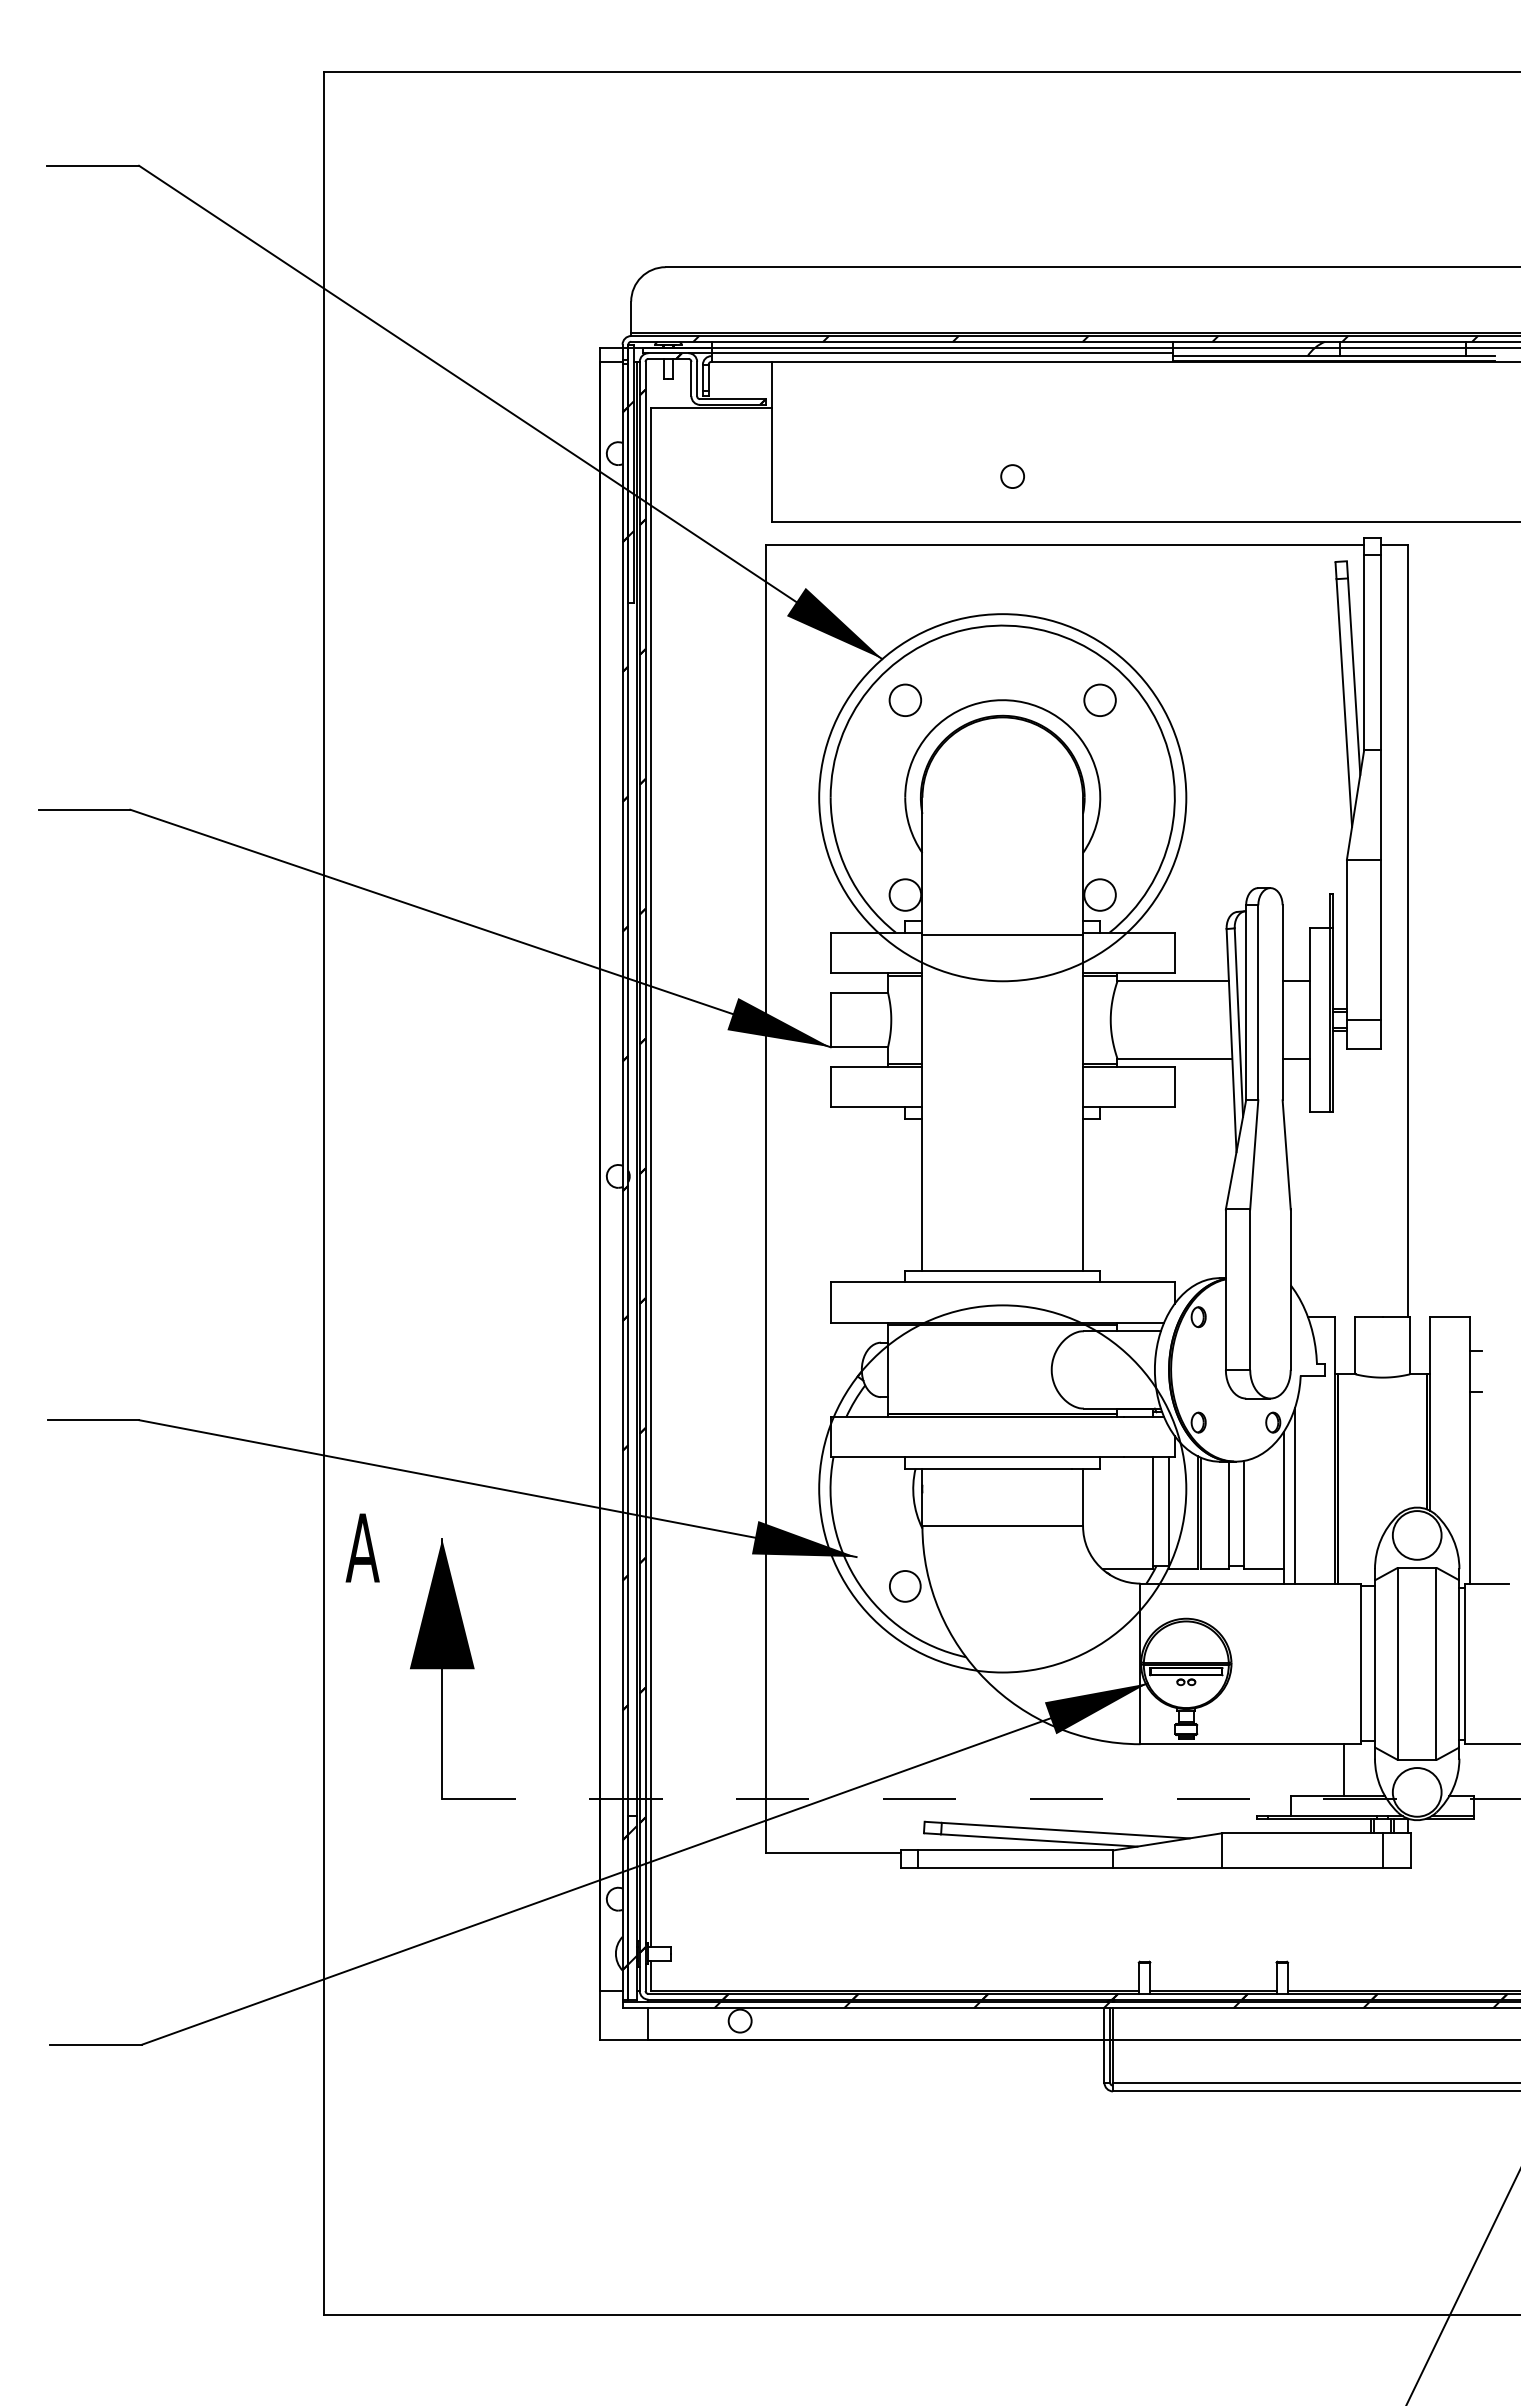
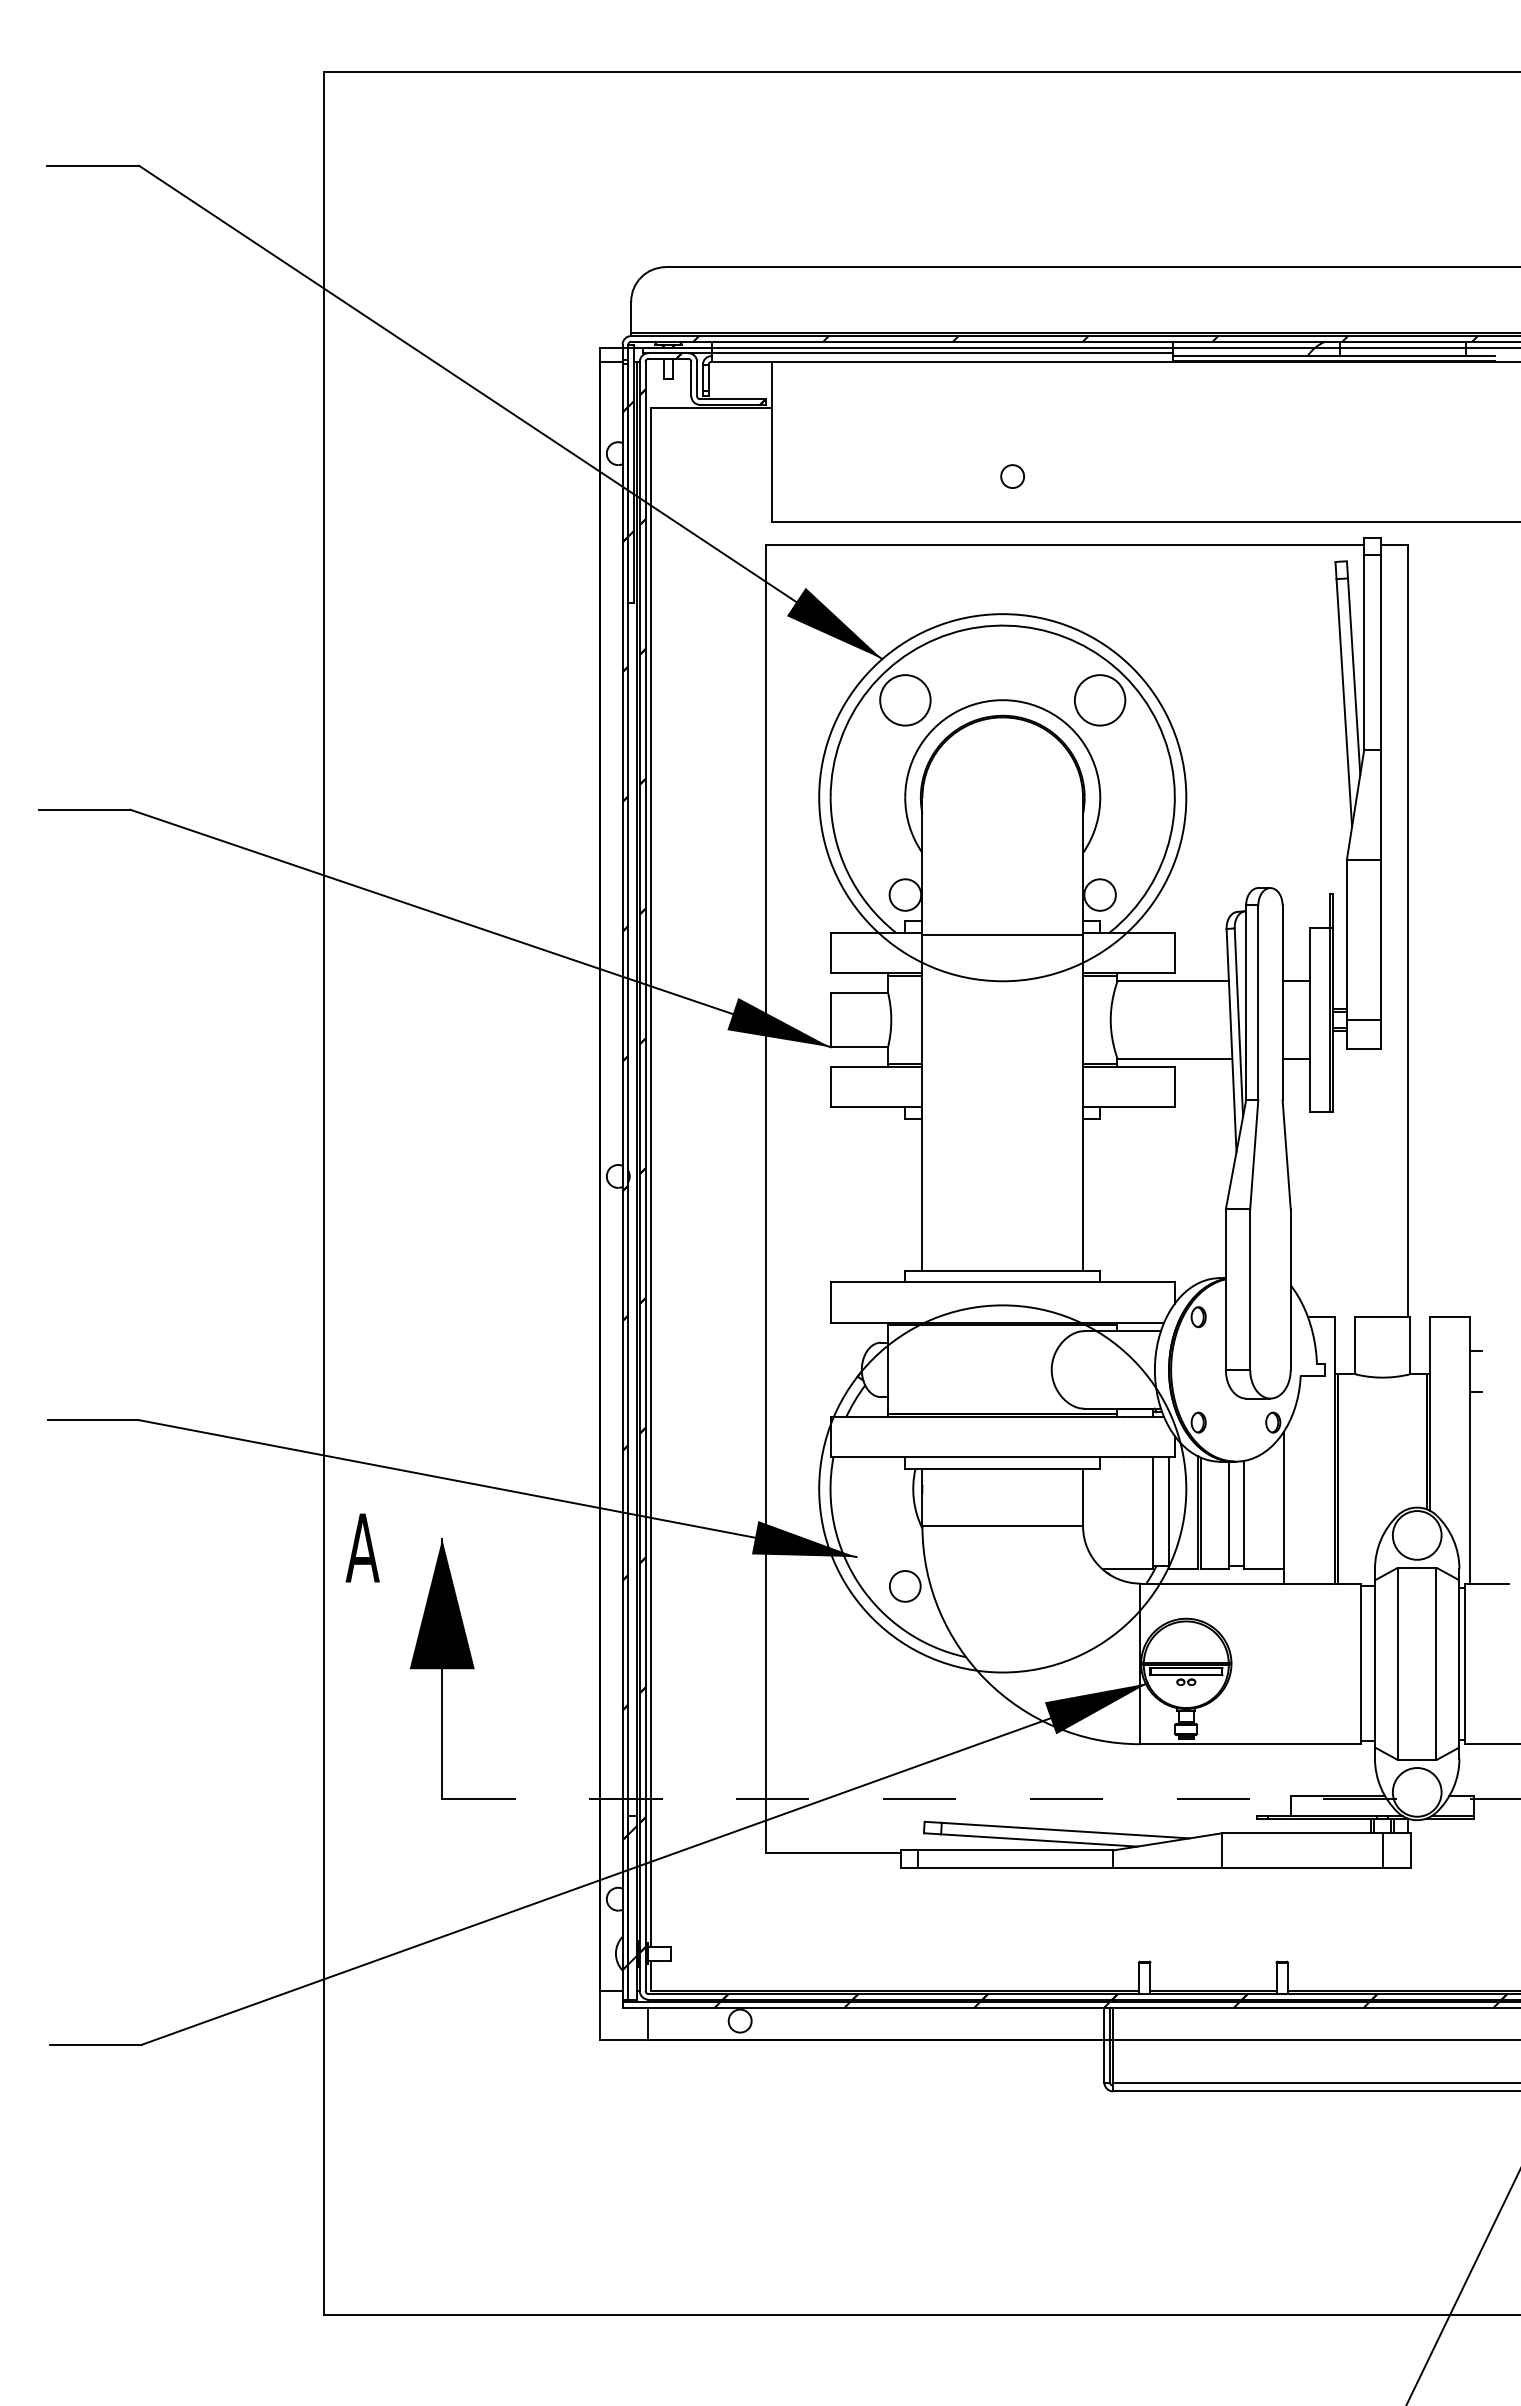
circle at (905, 700) diameter: 32 px -> 50 px
circle at (1099, 700) diameter: 32 px -> 50 px
line at (1295, 1495): present -> none
line at (1343, 1769): present -> none
